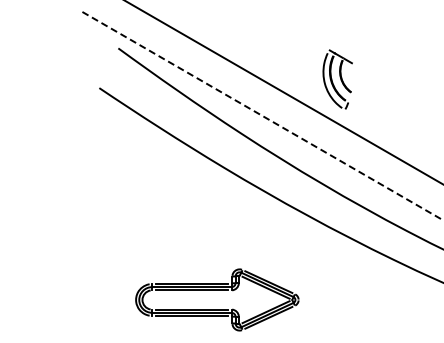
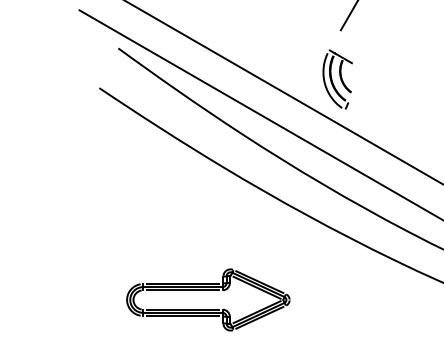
line at (348, 16): none -> present
line at (261, 115): dashed -> solid
part at (217, 299) position: (217, 299) -> (208, 299)
